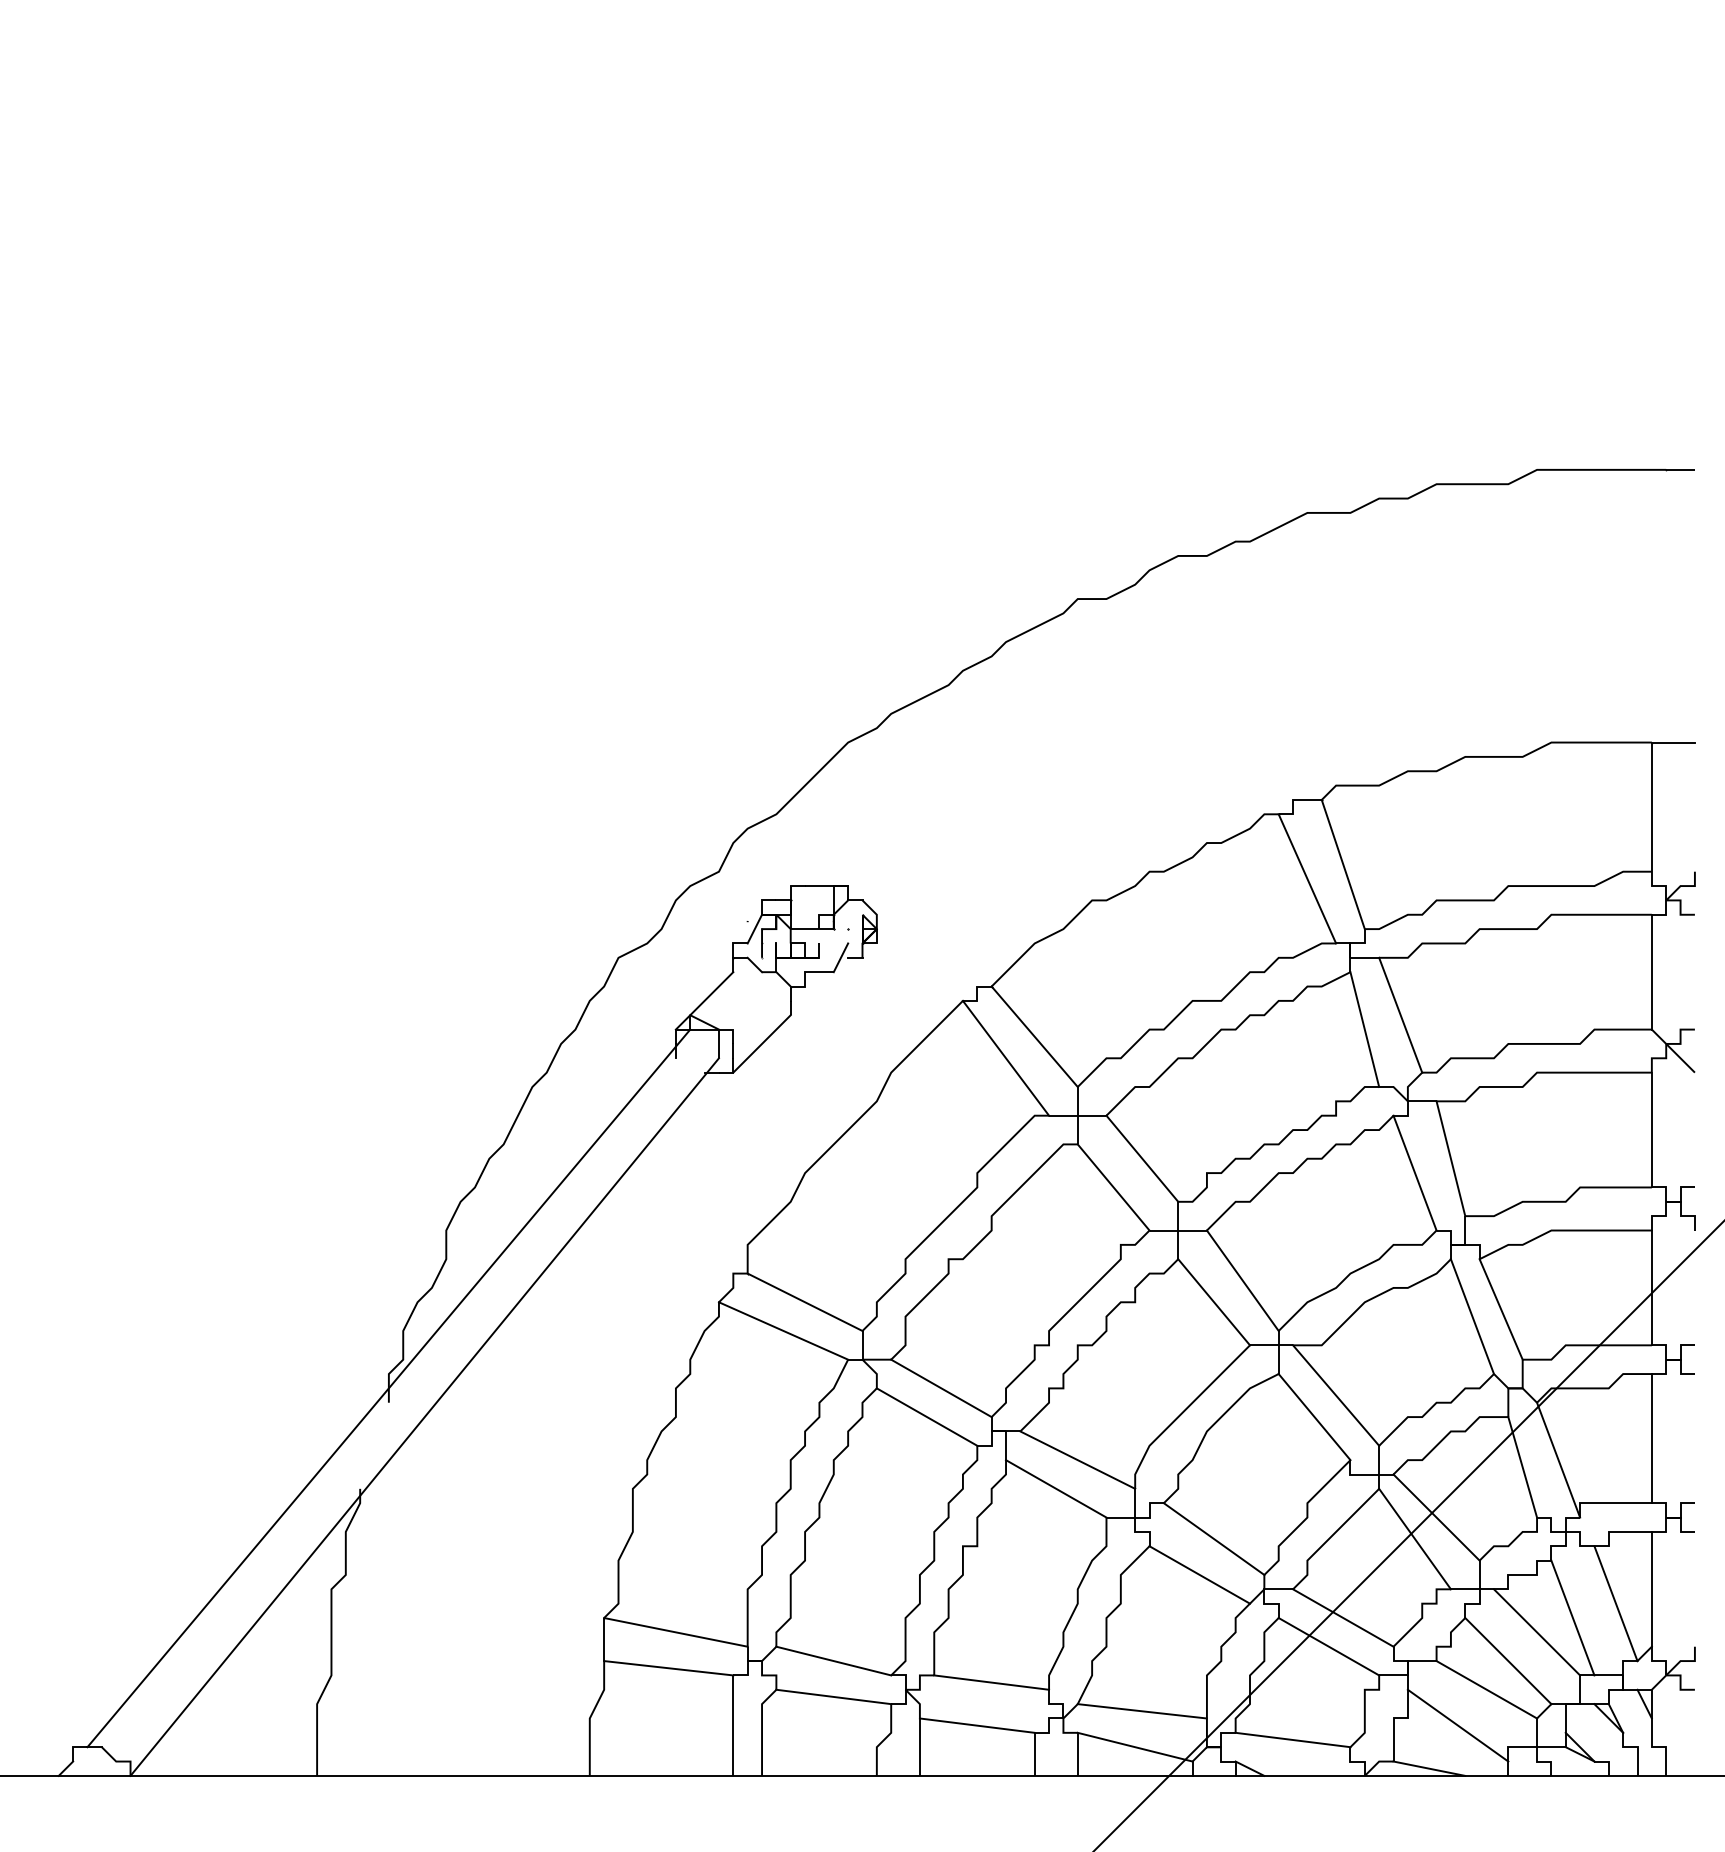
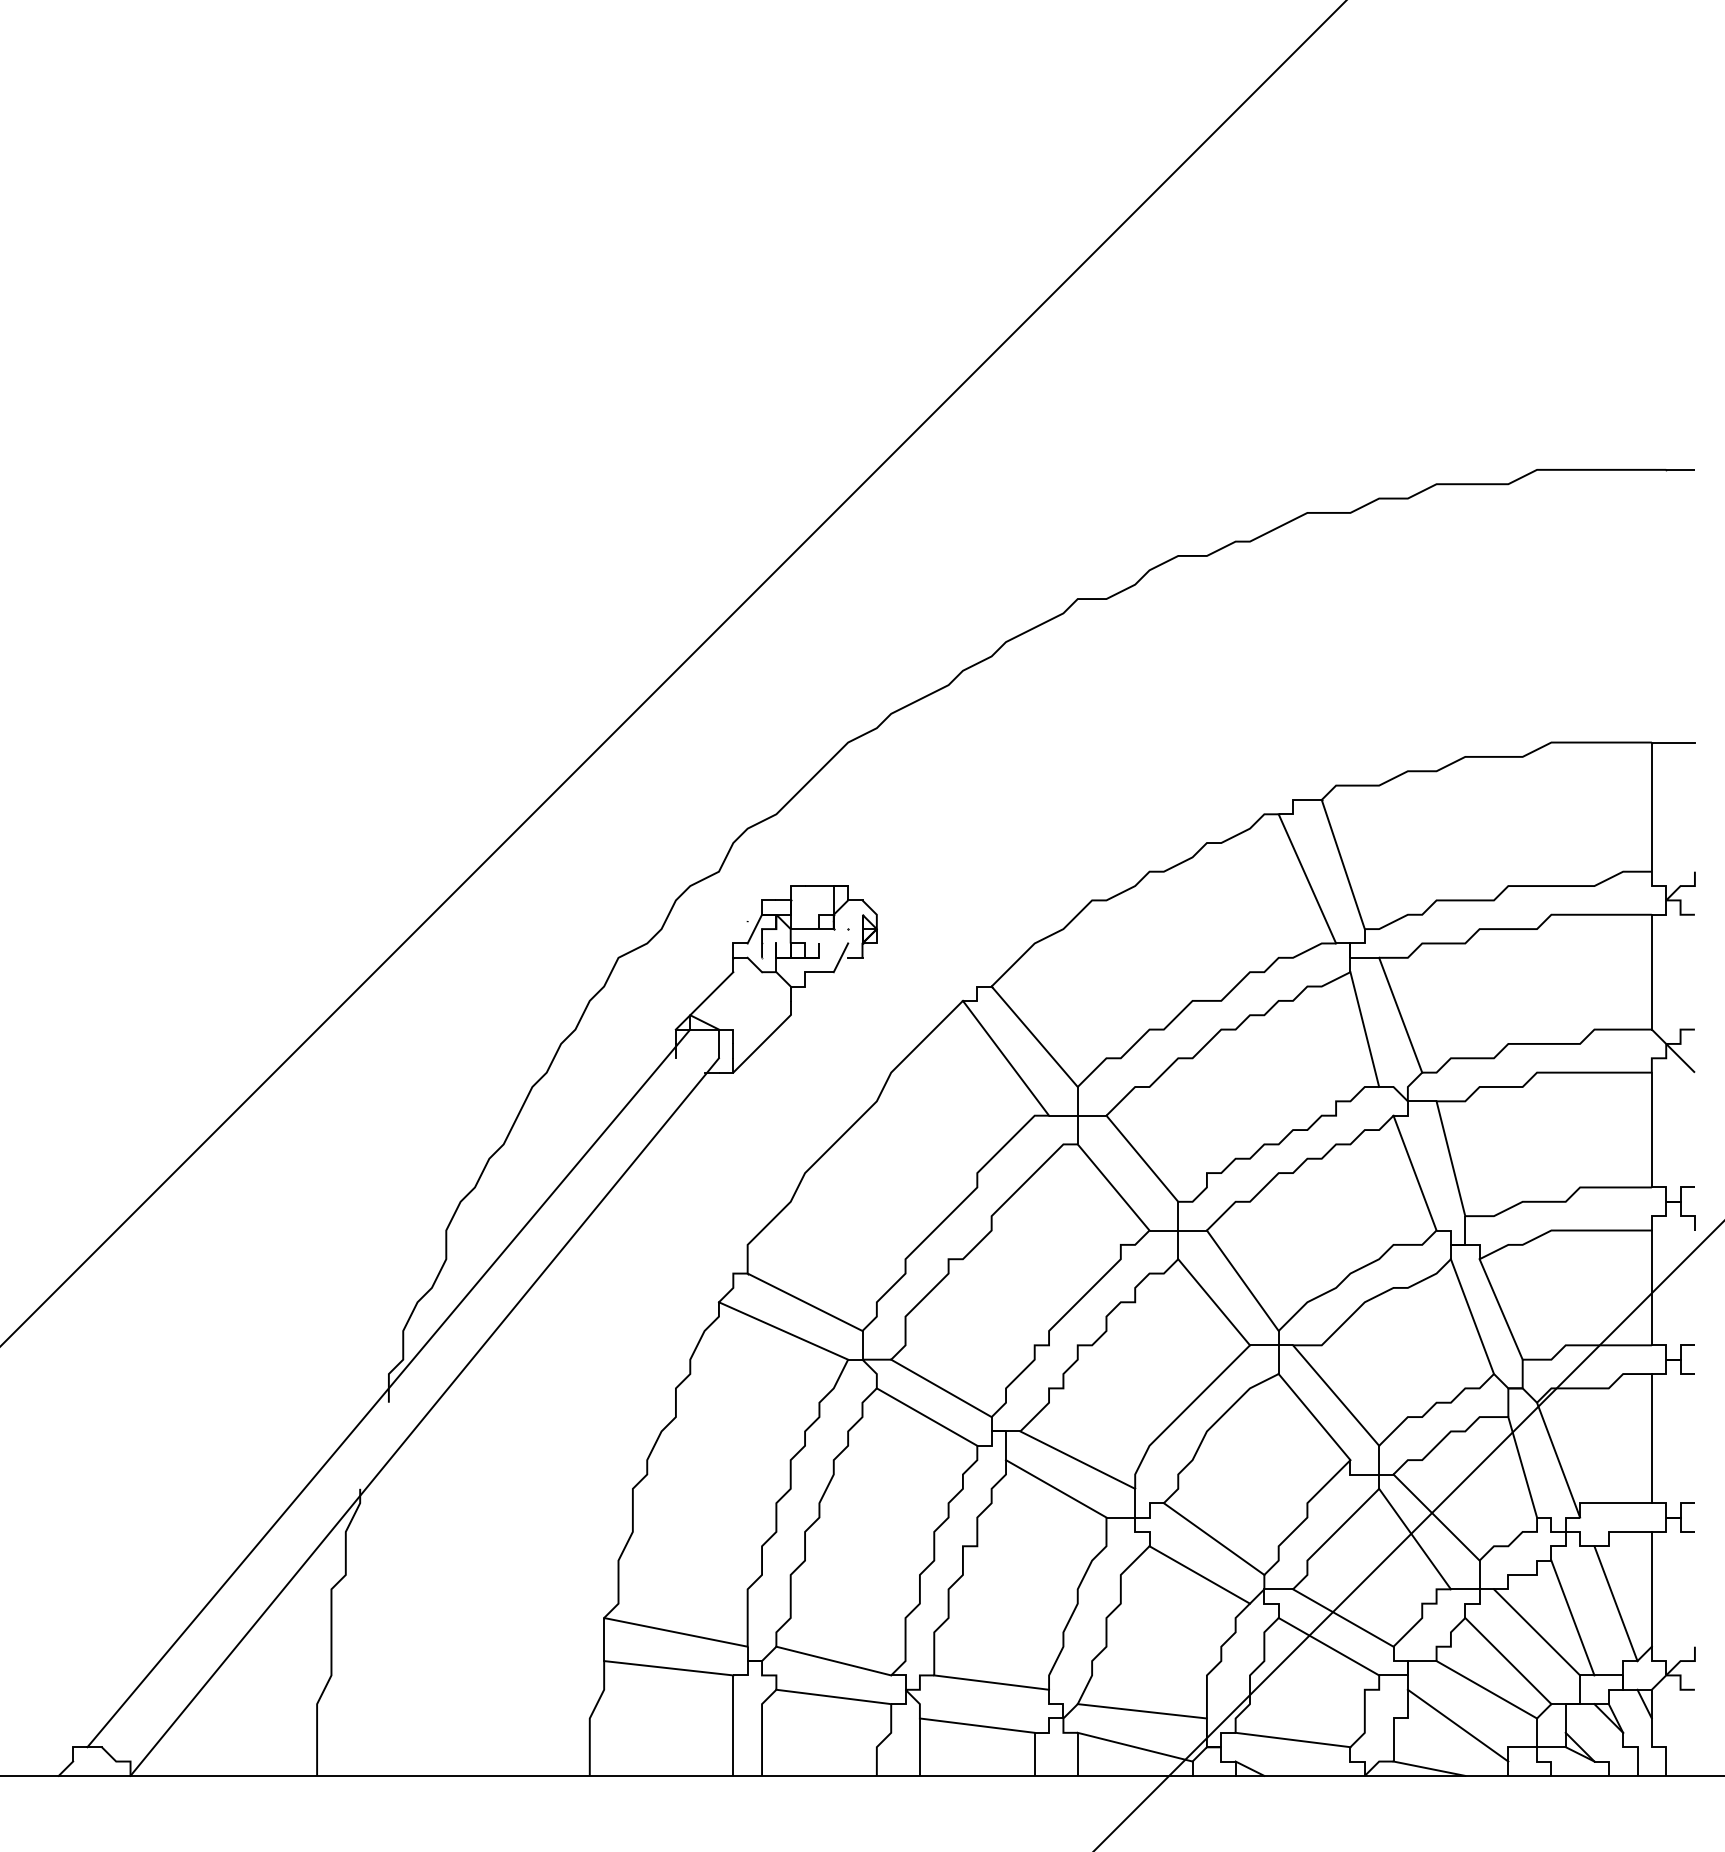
line at (673, 673): none -> present
